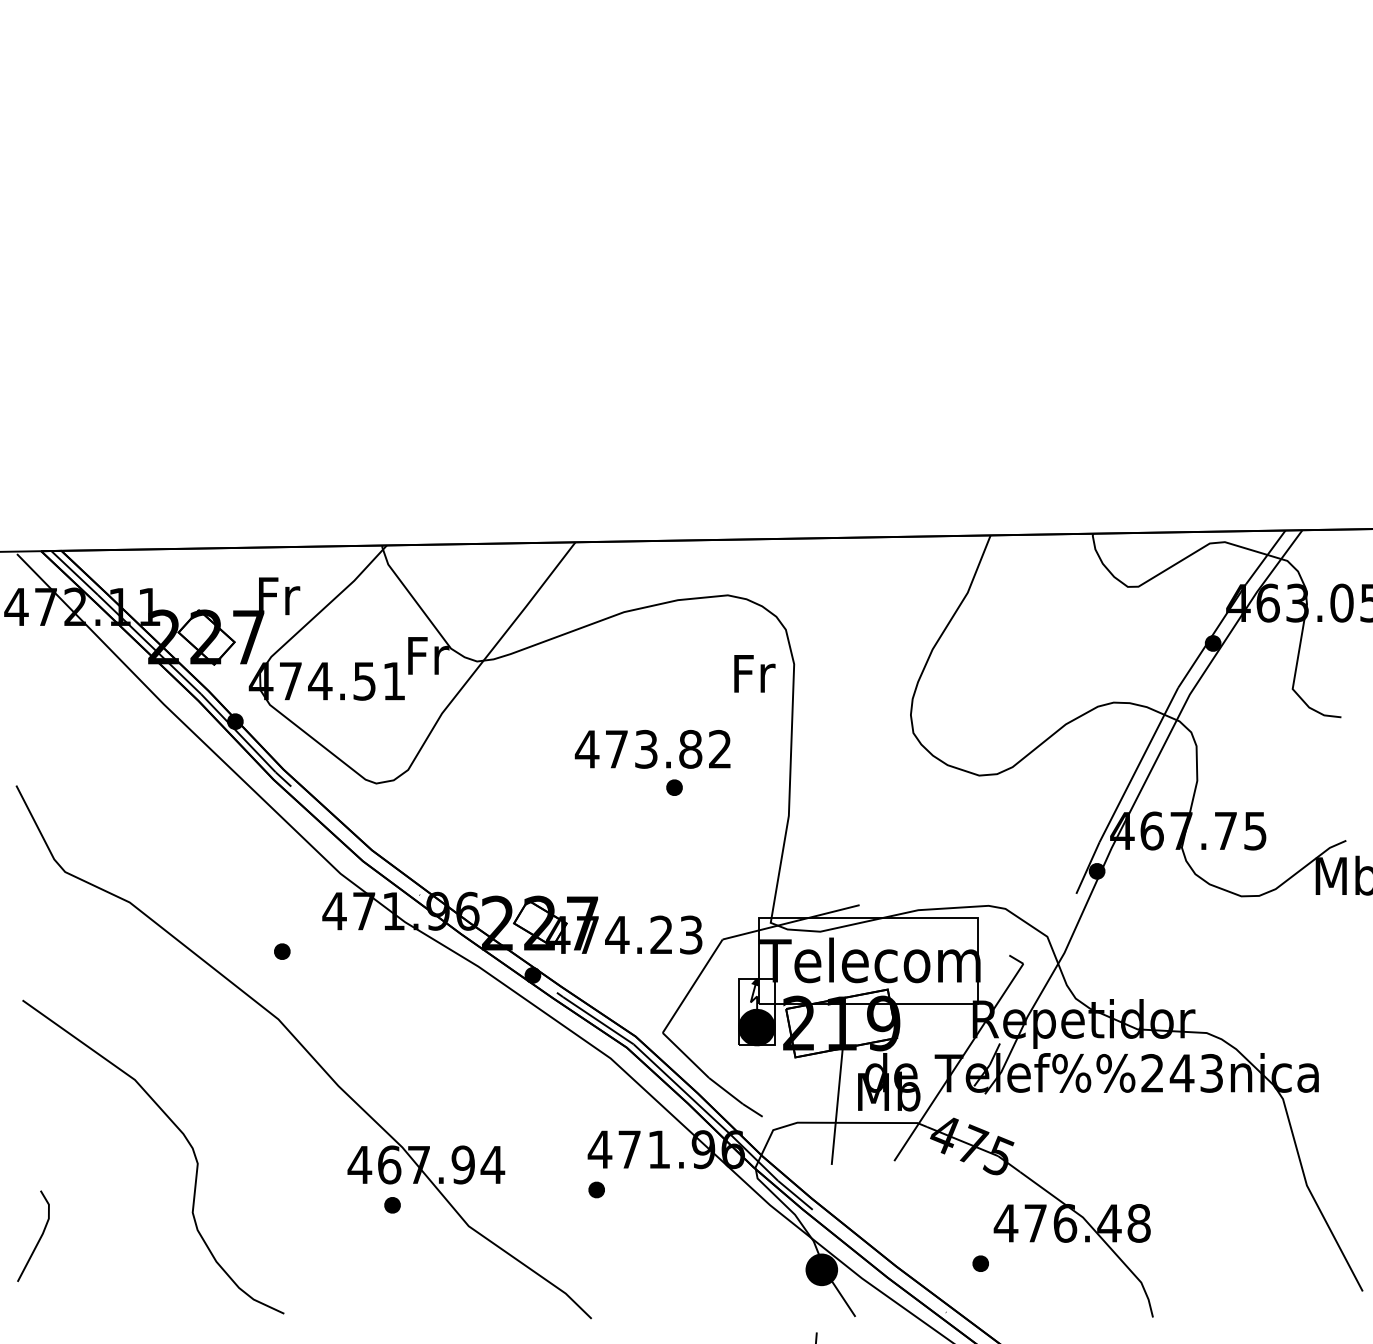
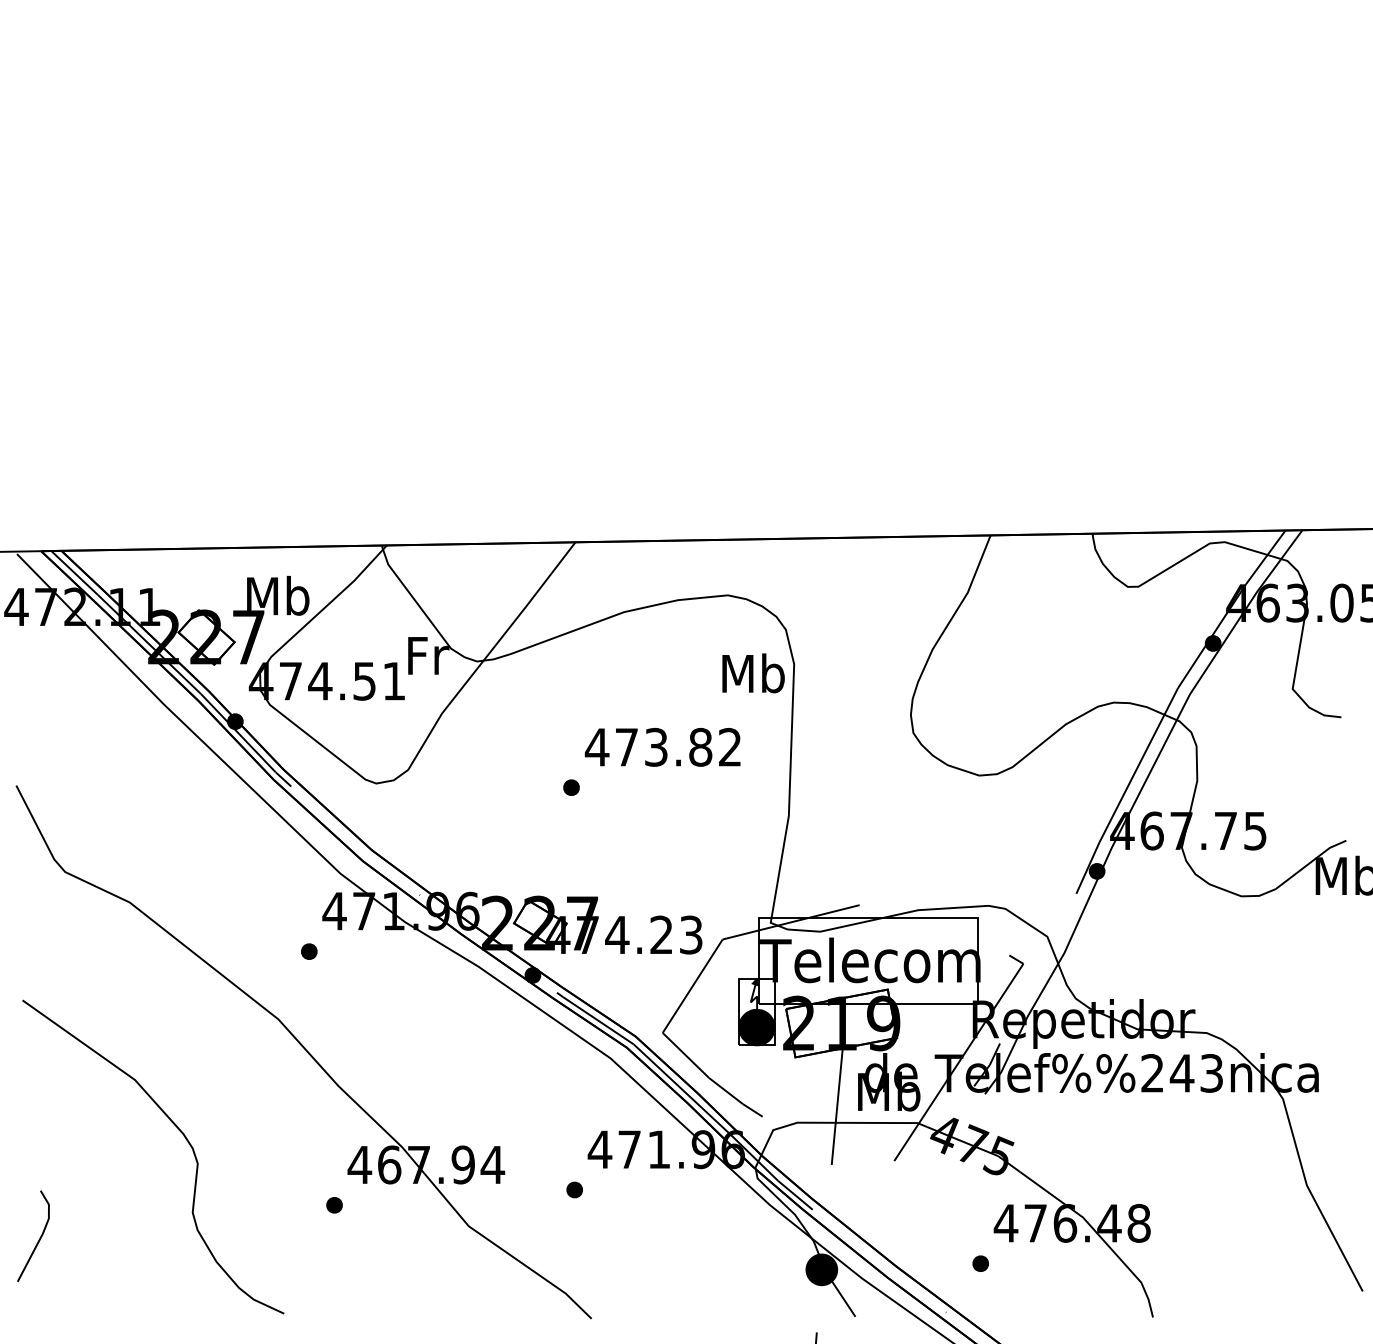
text at (278, 595): Fr -> Mb
text at (753, 673): Fr -> Mb
text at (652, 748) position: (652, 748) -> (662, 746)
part at (674, 787) position: (674, 787) -> (571, 787)
part at (282, 951) position: (282, 951) -> (309, 951)
part at (596, 1189) position: (596, 1189) -> (574, 1189)
part at (392, 1205) position: (392, 1205) -> (334, 1205)
